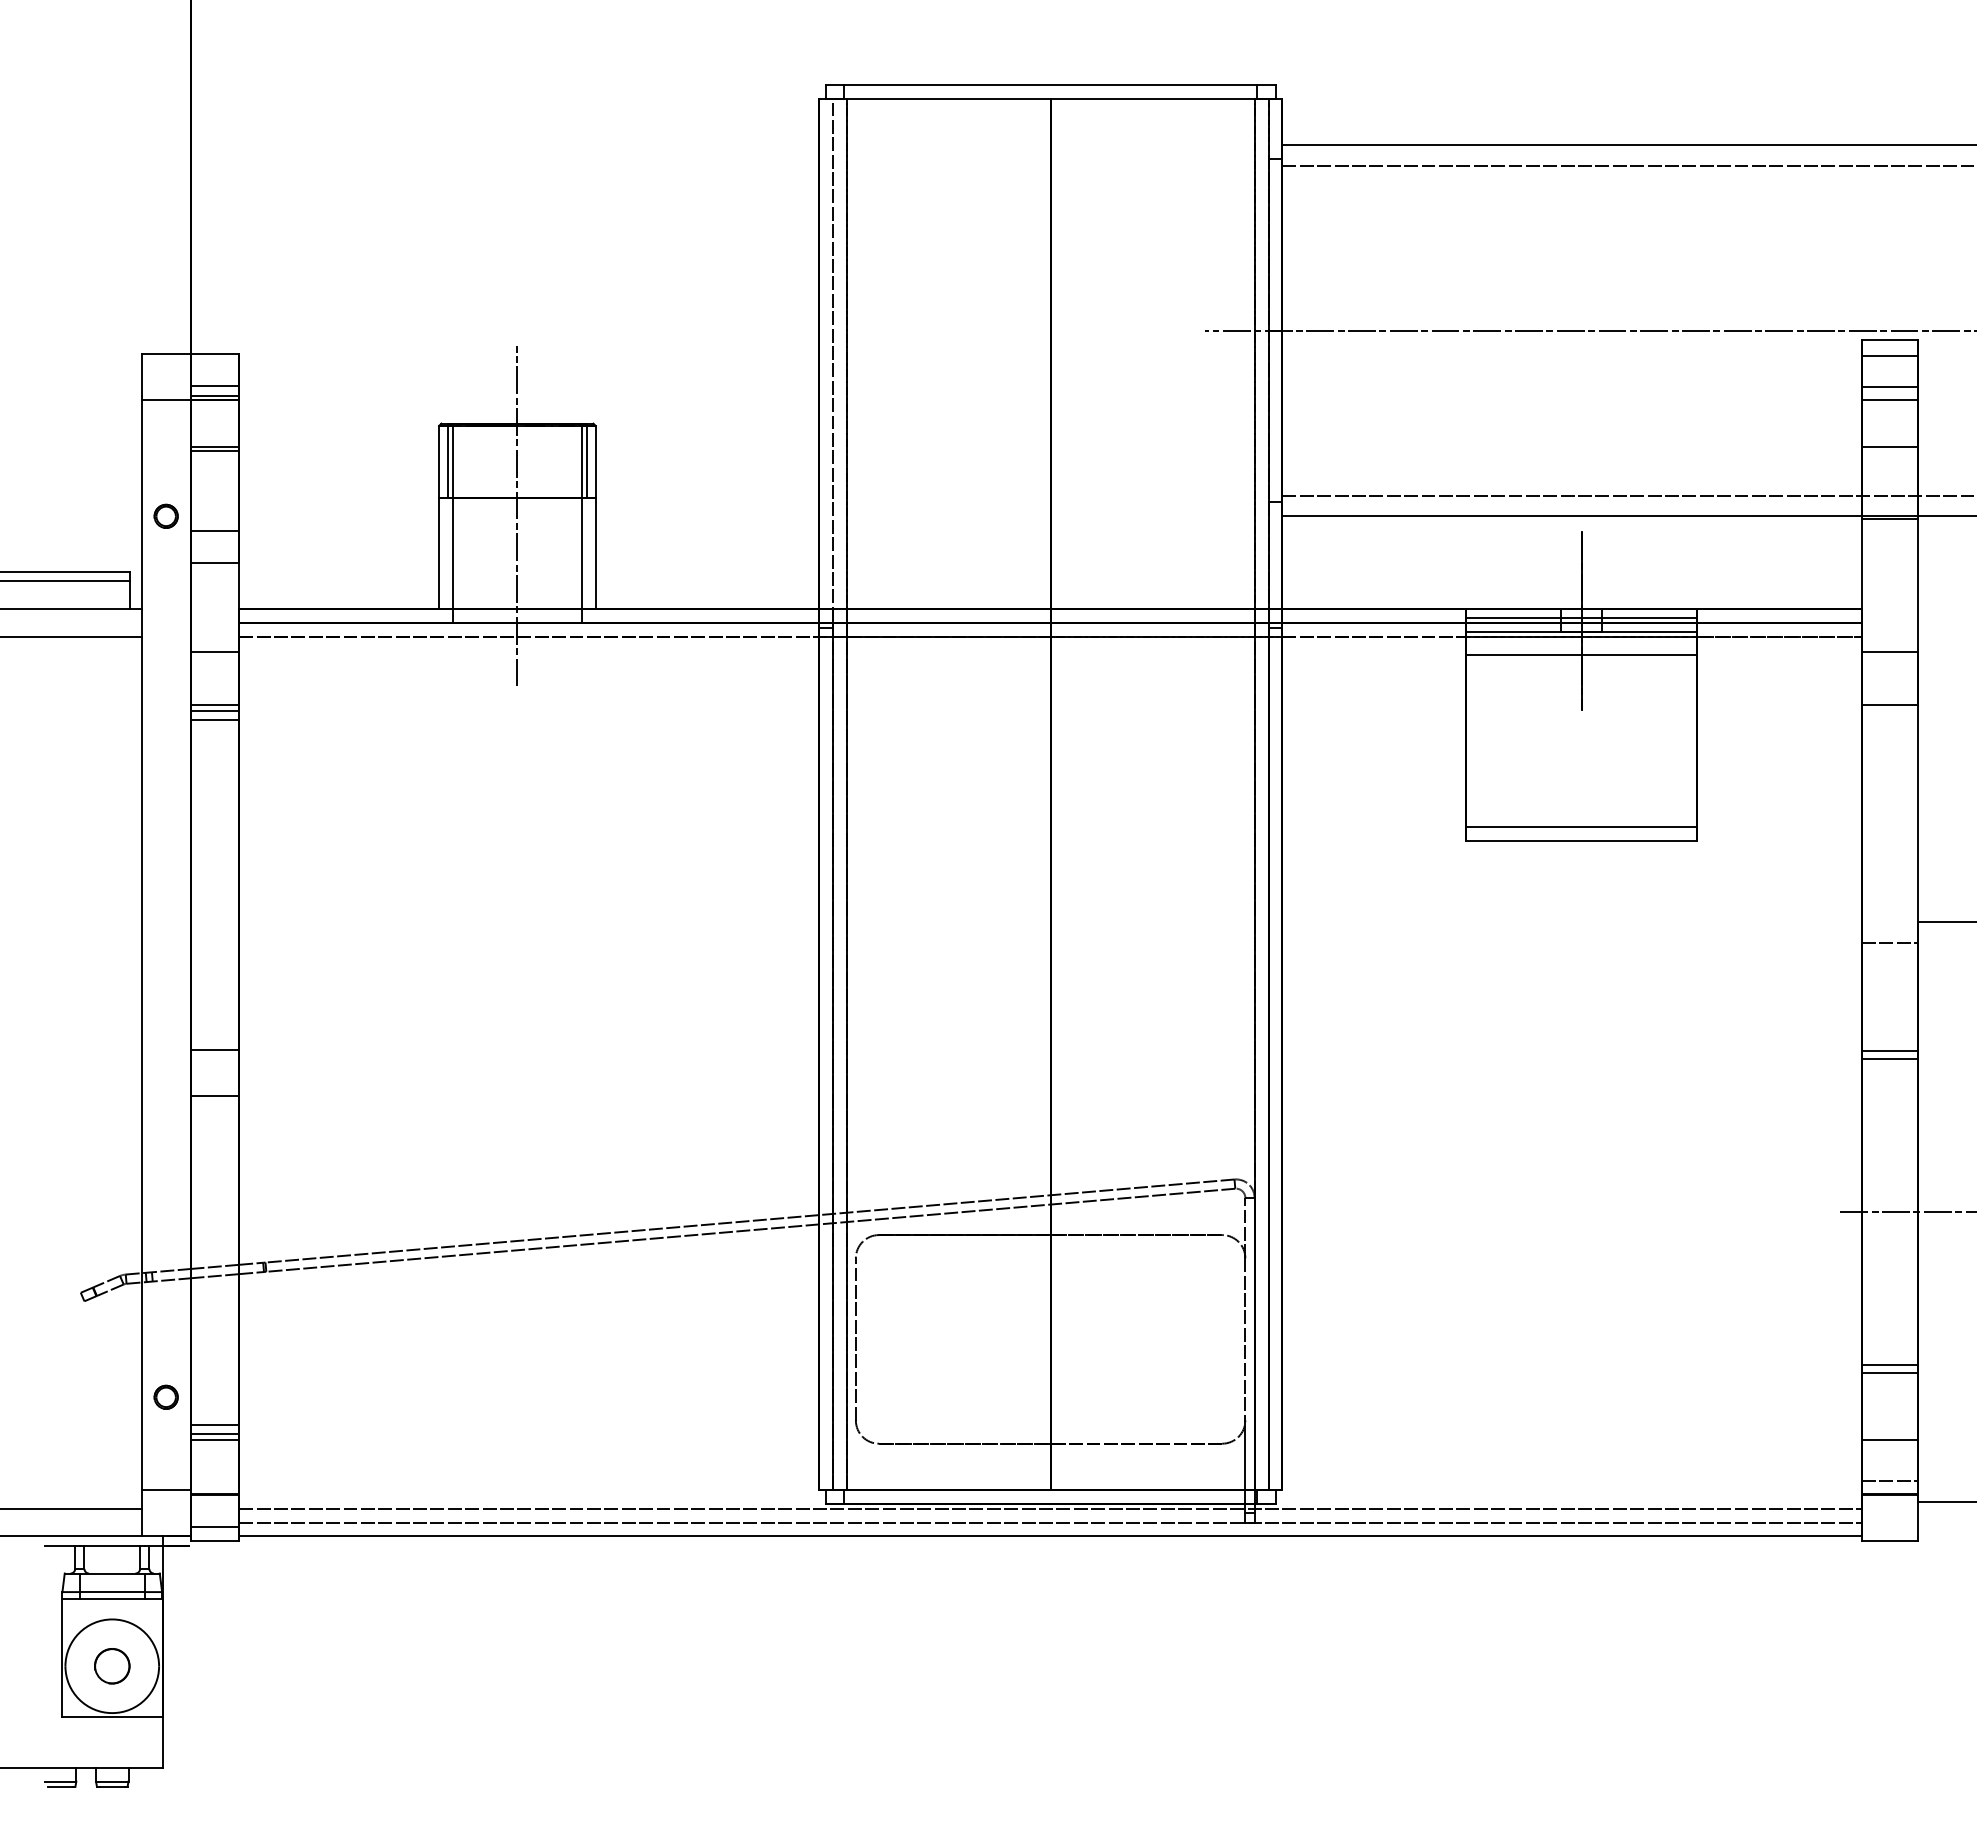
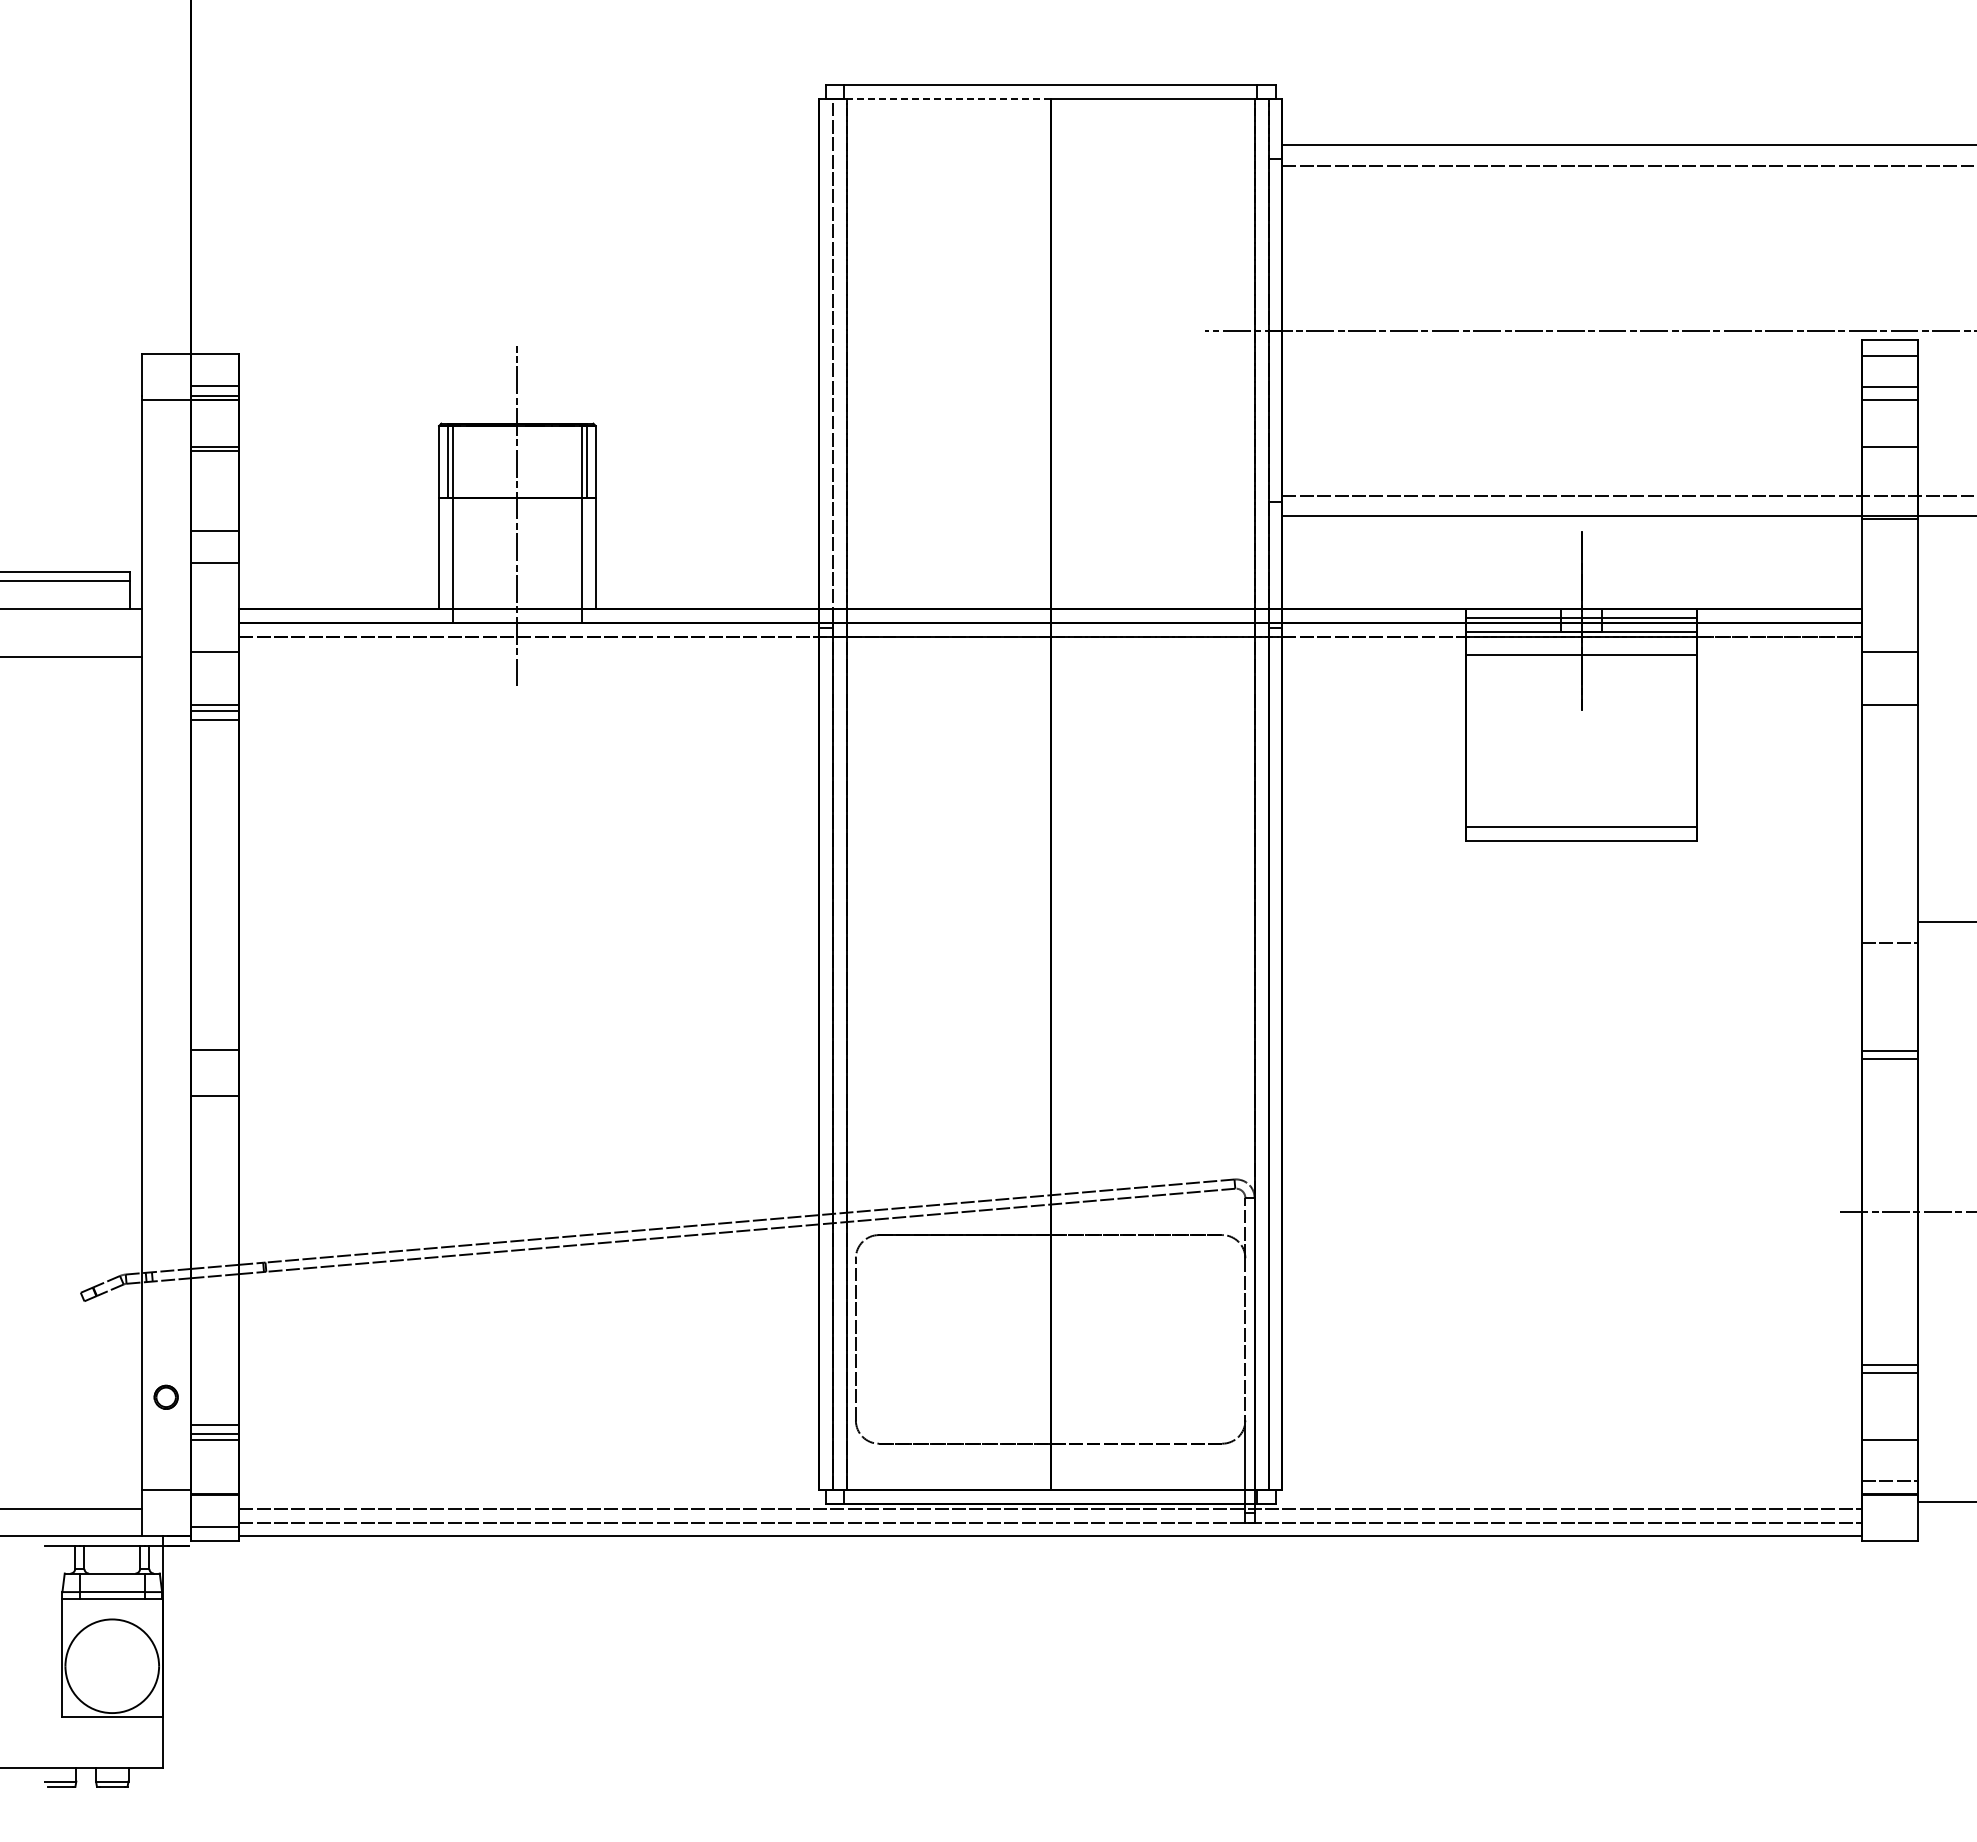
line at (948, 99): solid -> dashed
part at (165, 515): present -> none
line at (71, 636) position: (71, 636) -> (71, 656)
part at (112, 1666): present -> none
